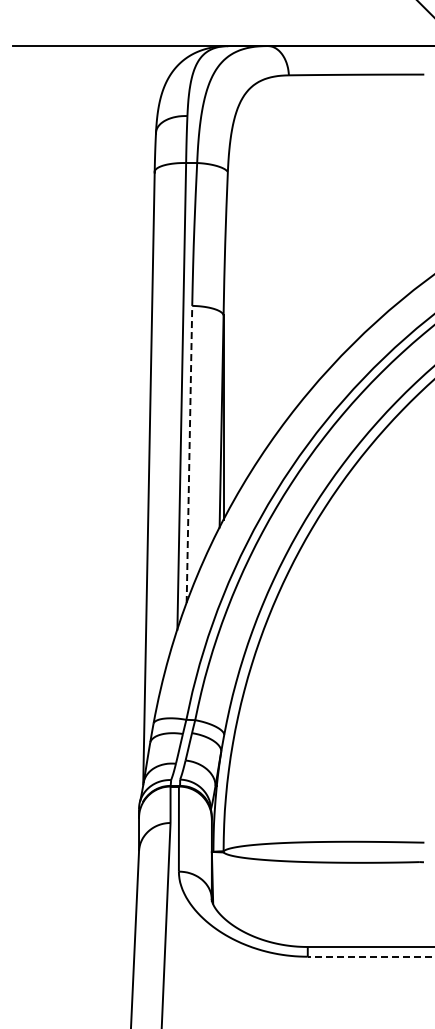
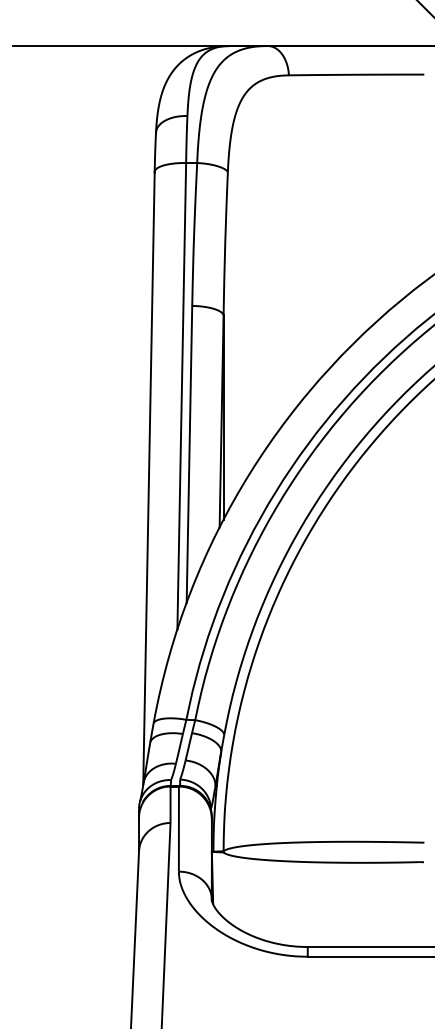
line at (189, 454): dashed -> solid
line at (370, 956): dashed -> solid
